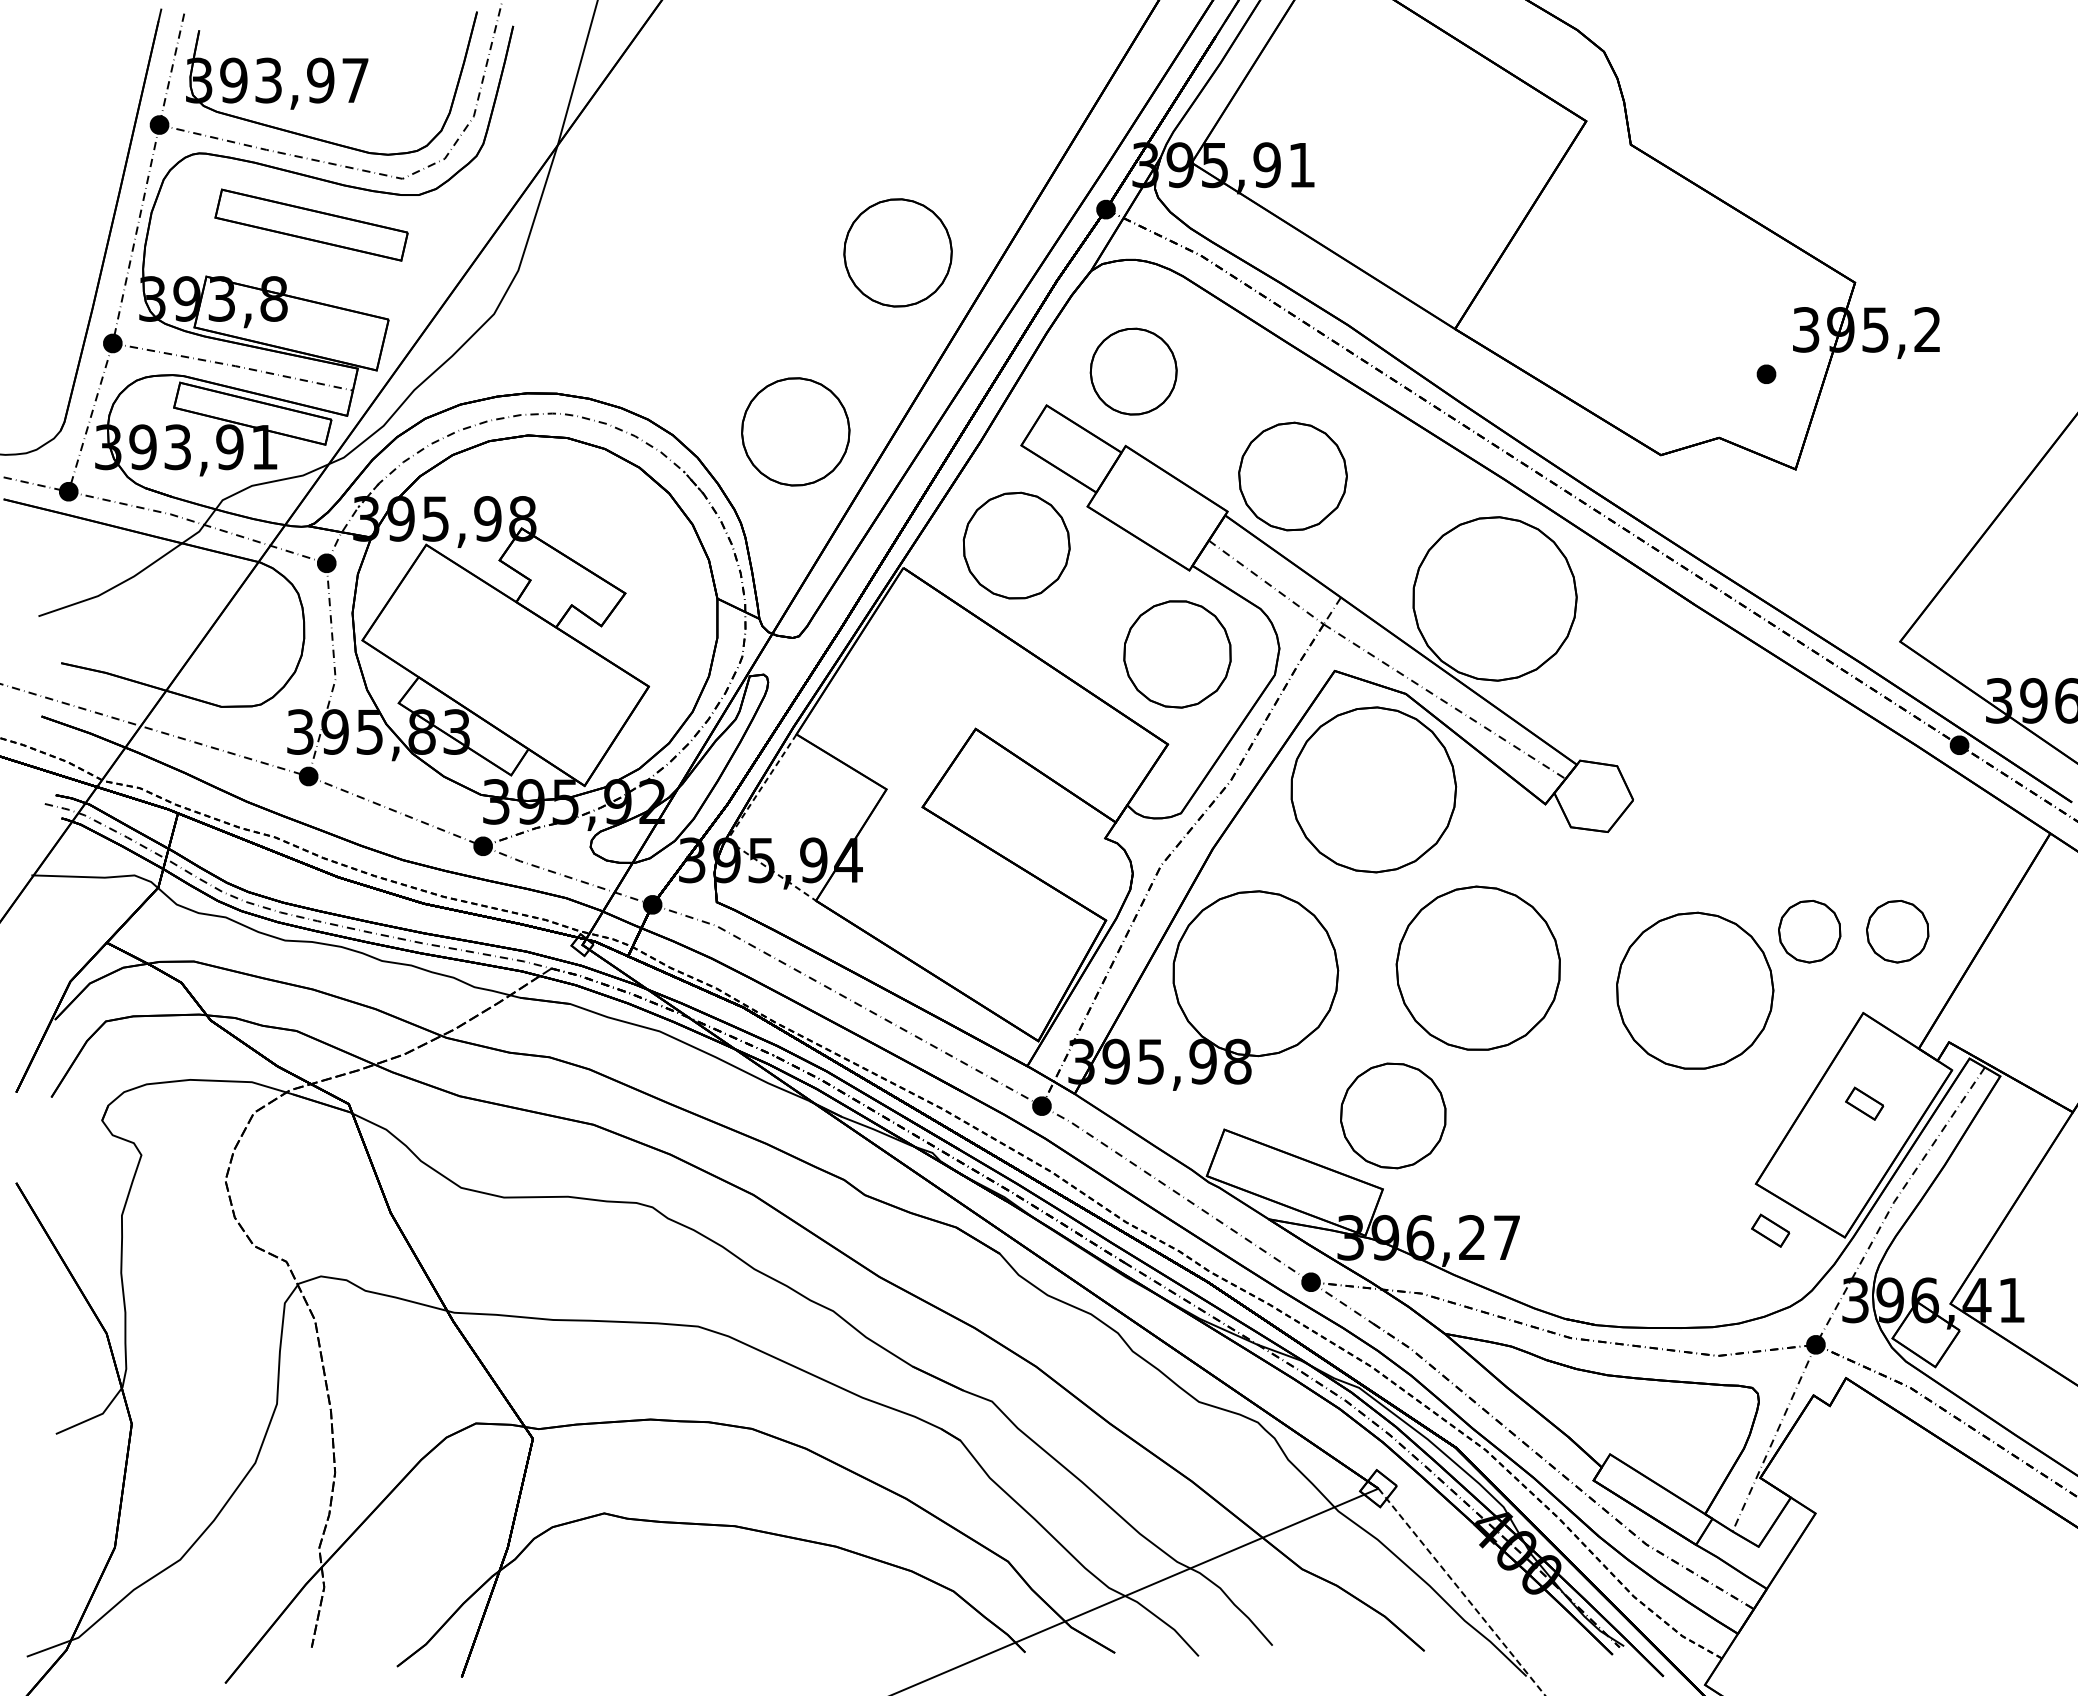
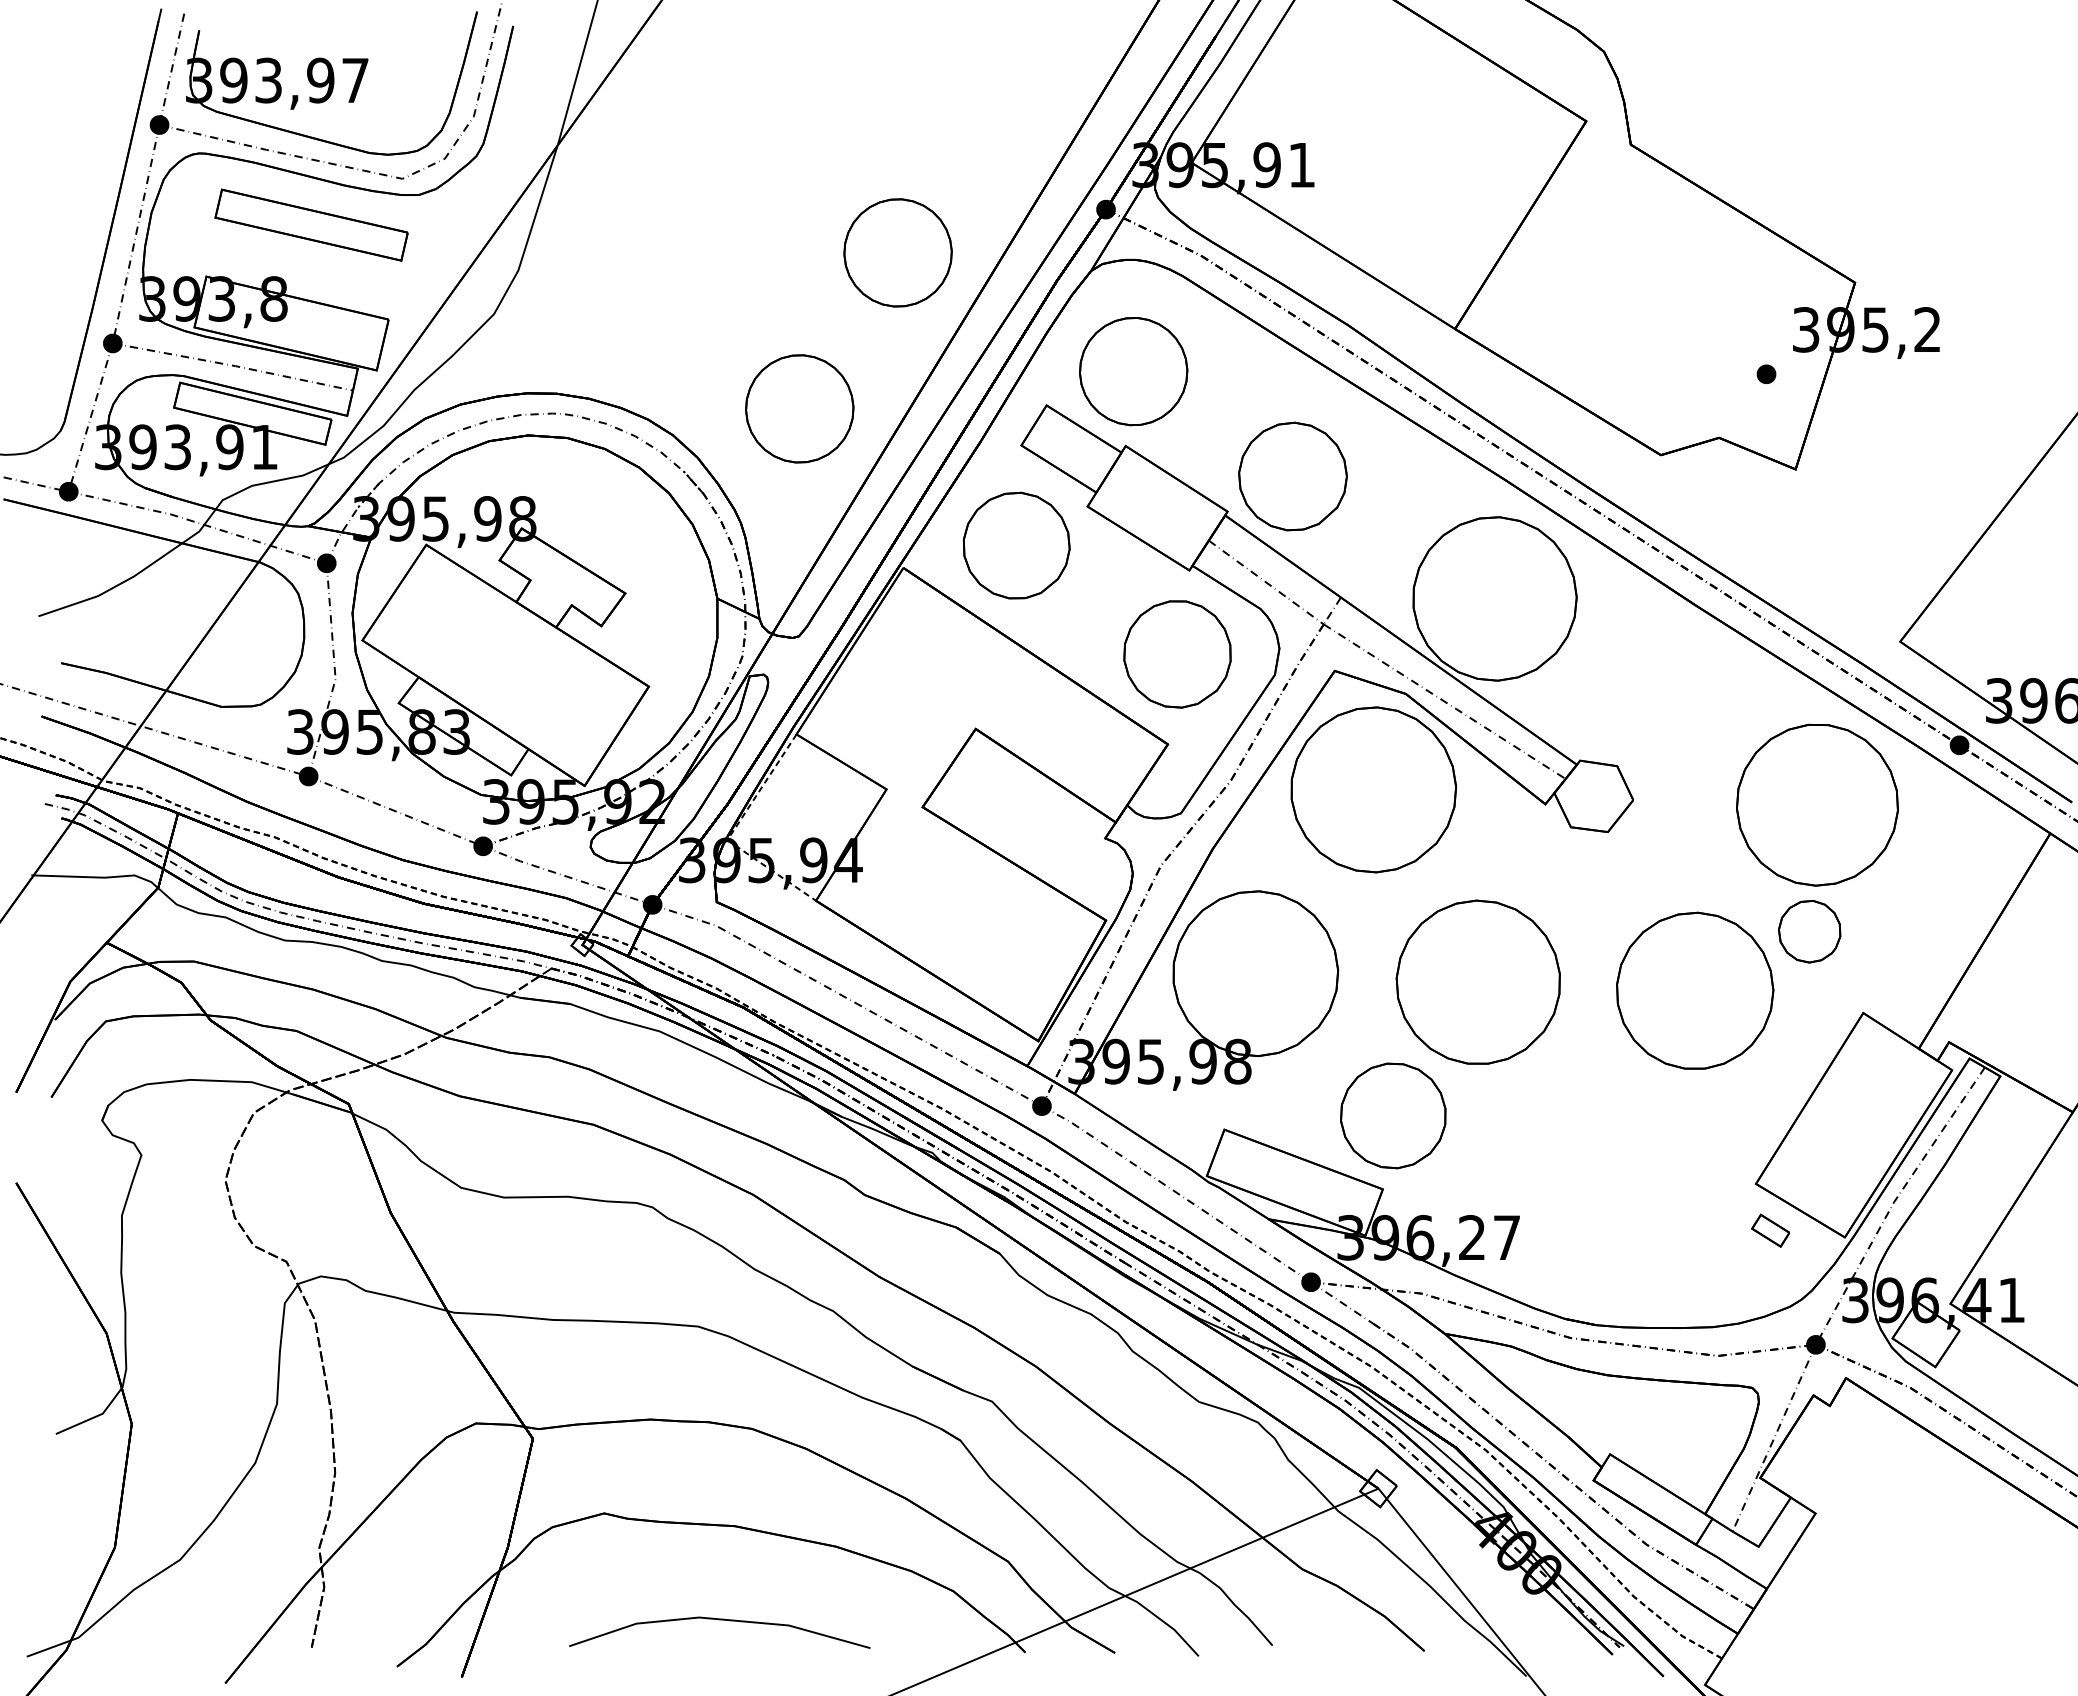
part at (1133, 371) size: 89x89 px -> 110x110 px
part at (795, 431) position: (795, 431) -> (799, 408)
part at (1817, 804): none -> present
part at (1897, 931): present -> none
part at (1477, 967) position: (1477, 967) -> (1477, 981)
part at (1864, 1103): present -> none
line at (1461, 1592): dashed -> solid
line at (719, 1620): none -> present
